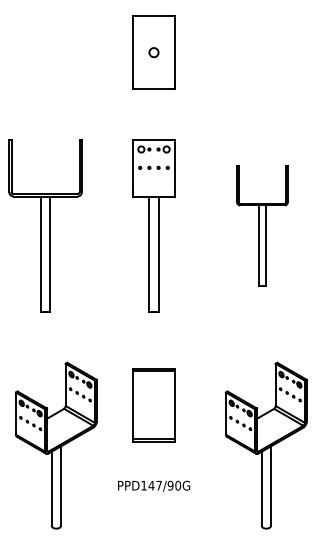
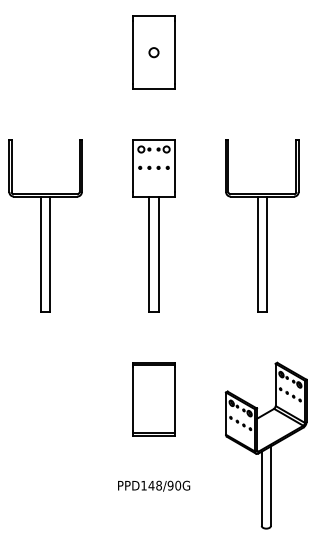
part at (262, 225) size: 53x122 px -> 75x174 px
part at (153, 405) position: (153, 405) -> (153, 399)
part at (55, 445): present -> none
text at (158, 485): PPD147/90G -> PPD148/90G
